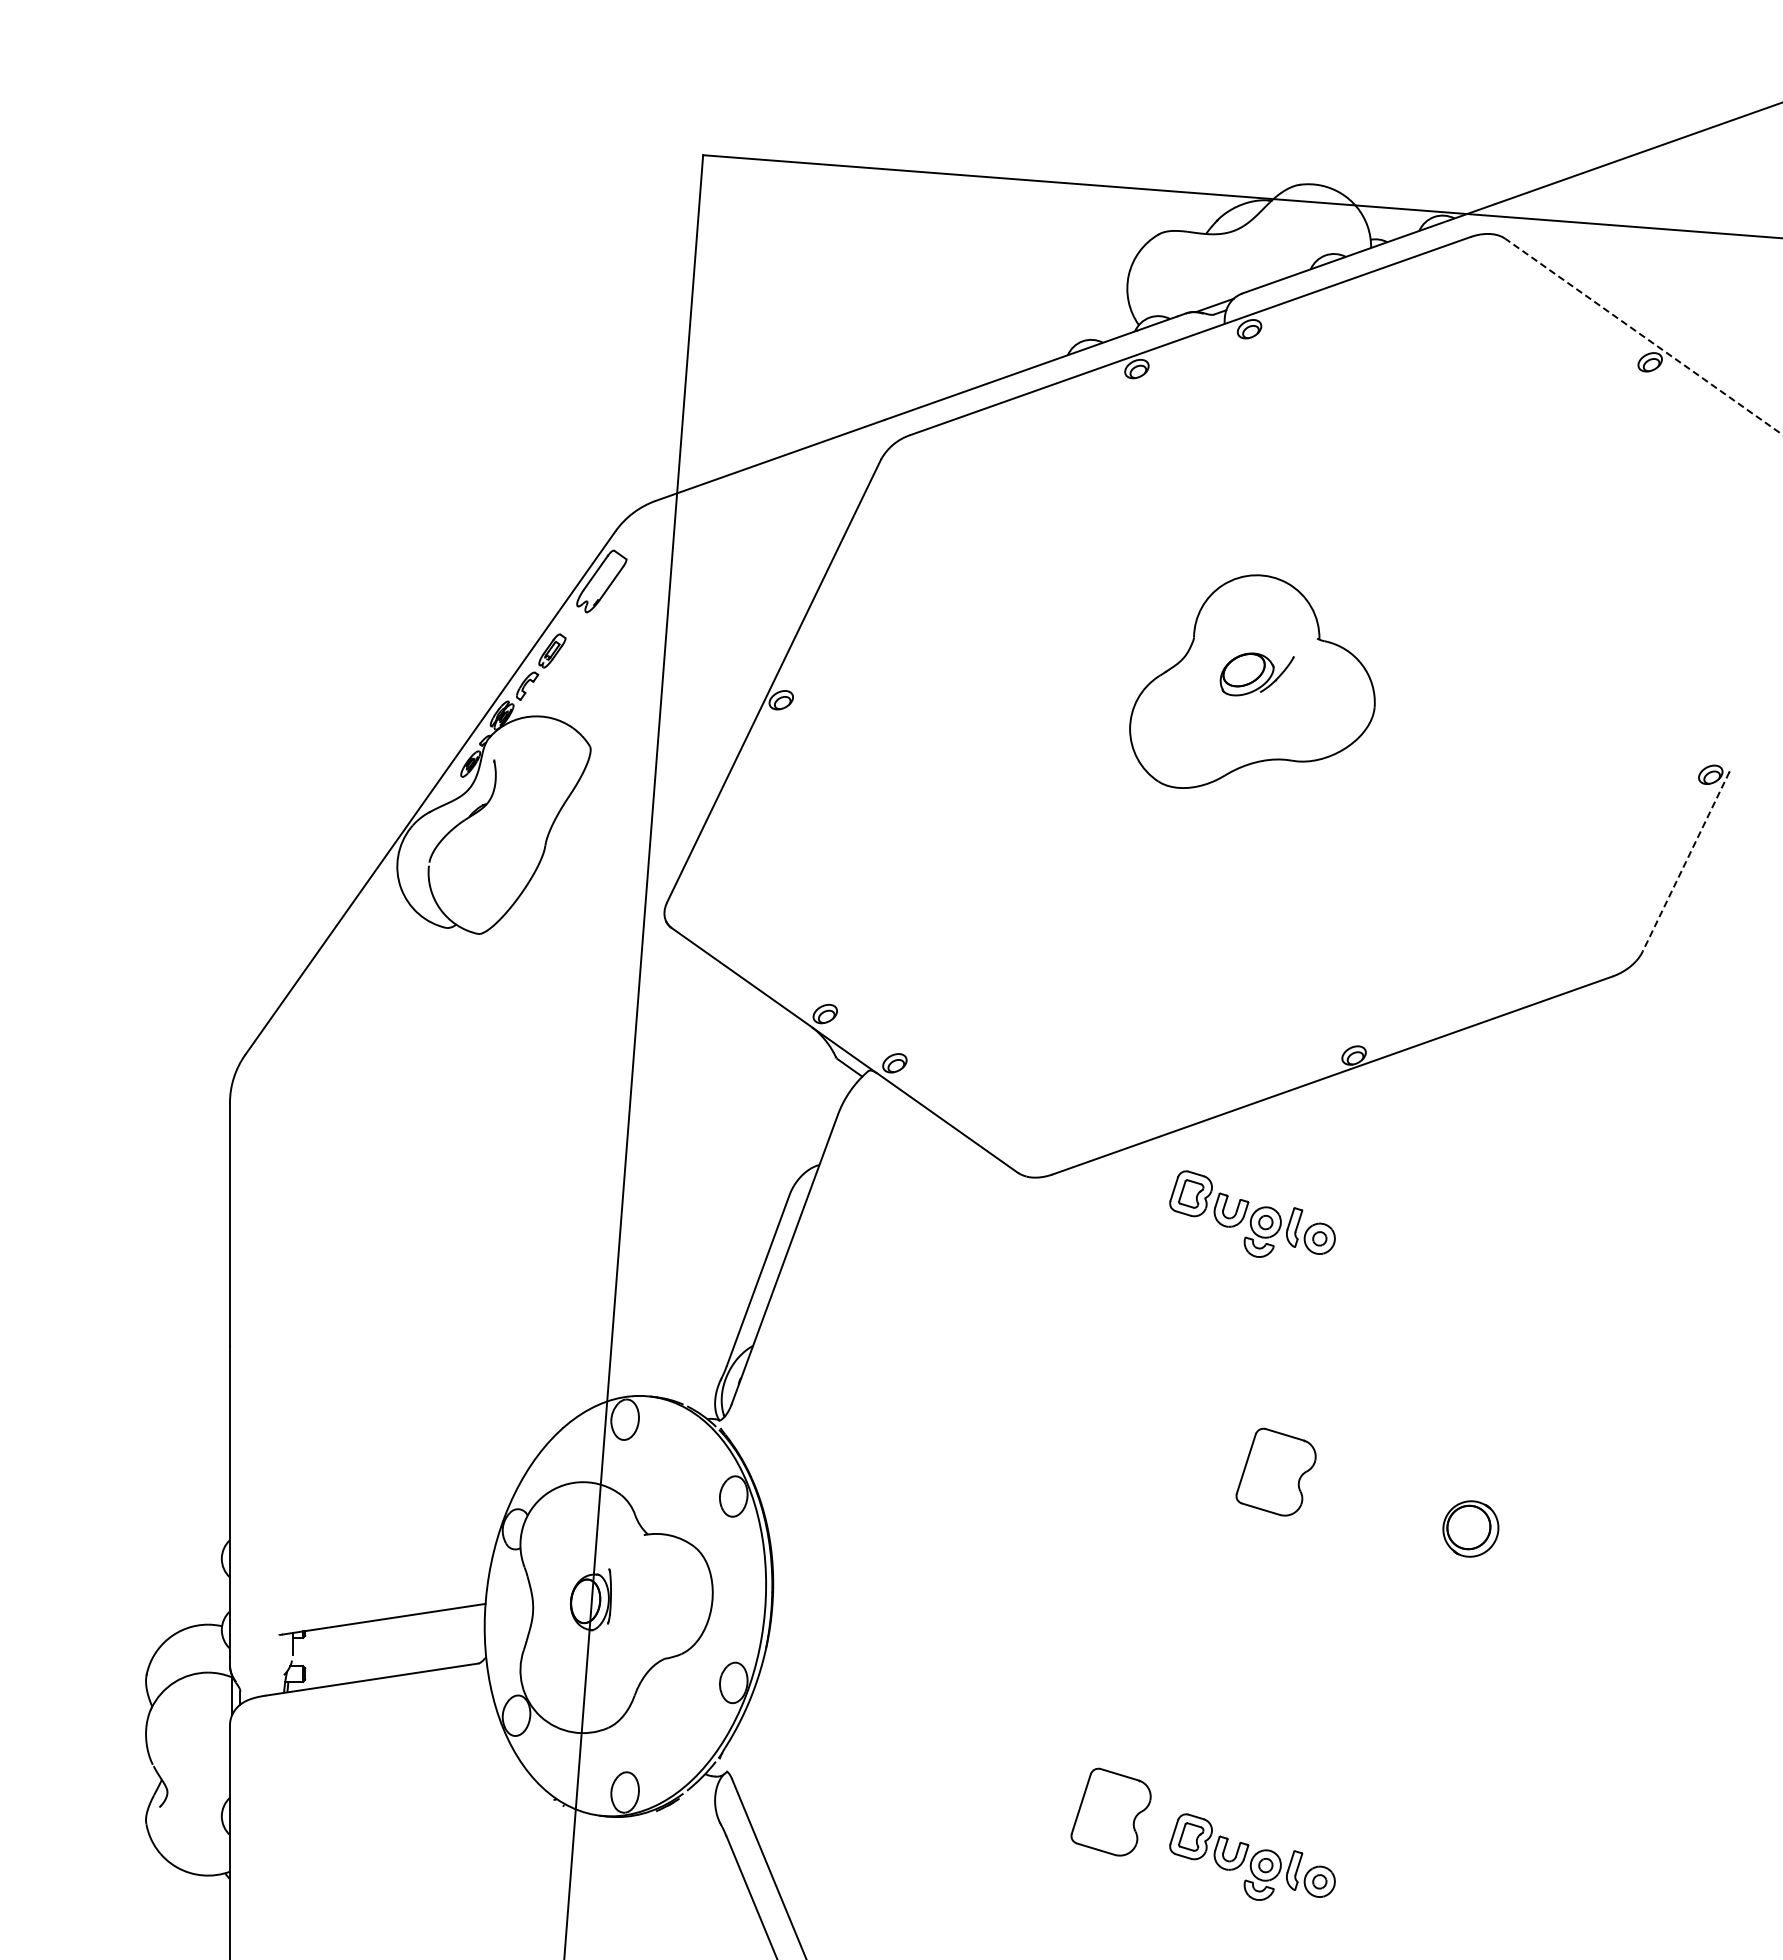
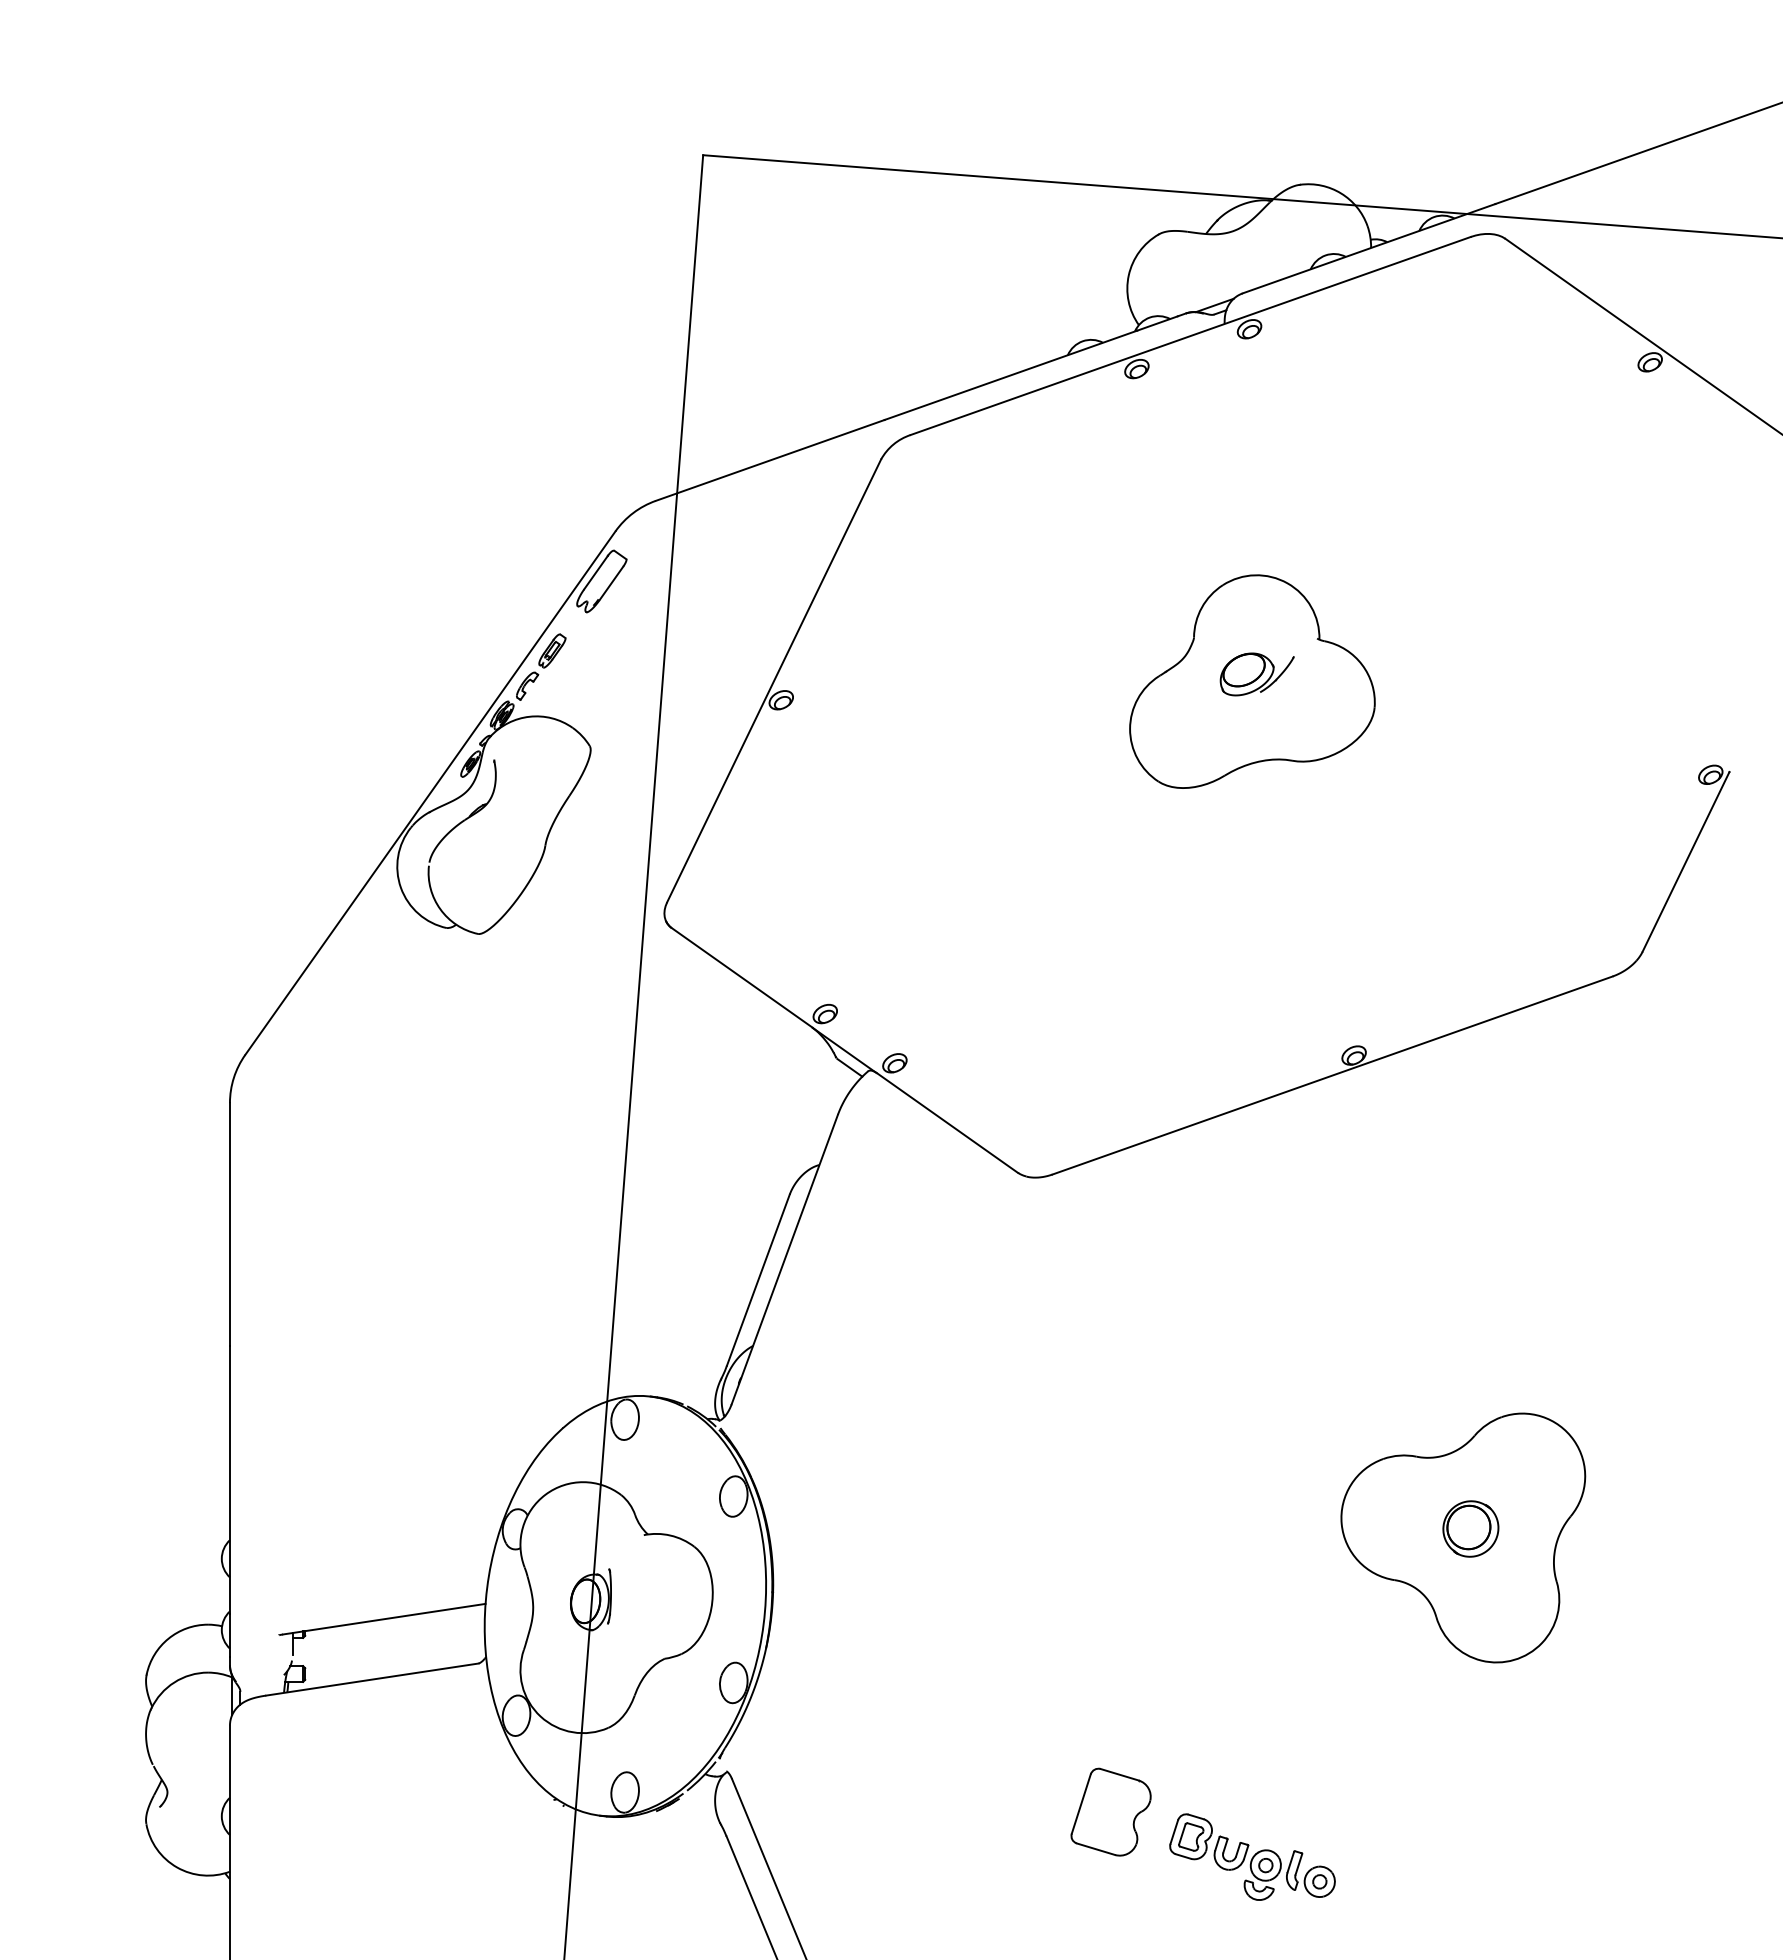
line at (1644, 336): dashed -> solid
line at (1686, 861): dashed -> solid
part at (1252, 1213): present -> none
part at (1275, 1471): present -> none
part at (1463, 1537): none -> present
